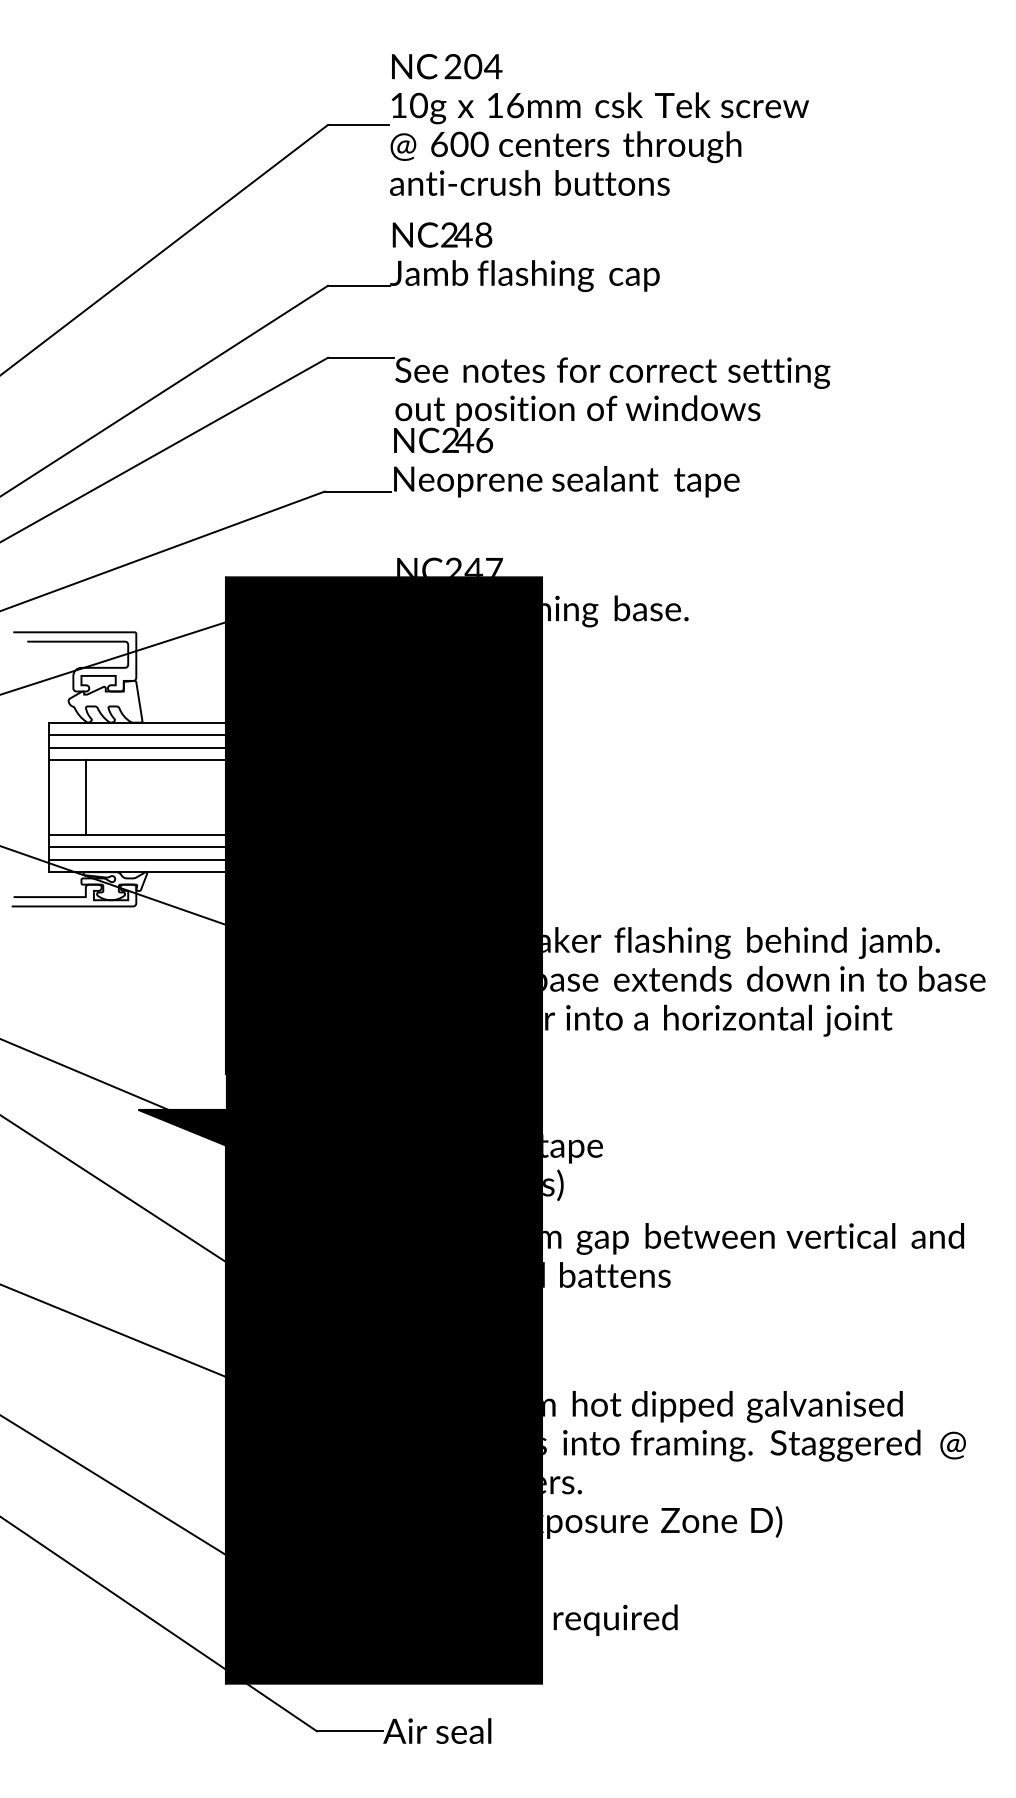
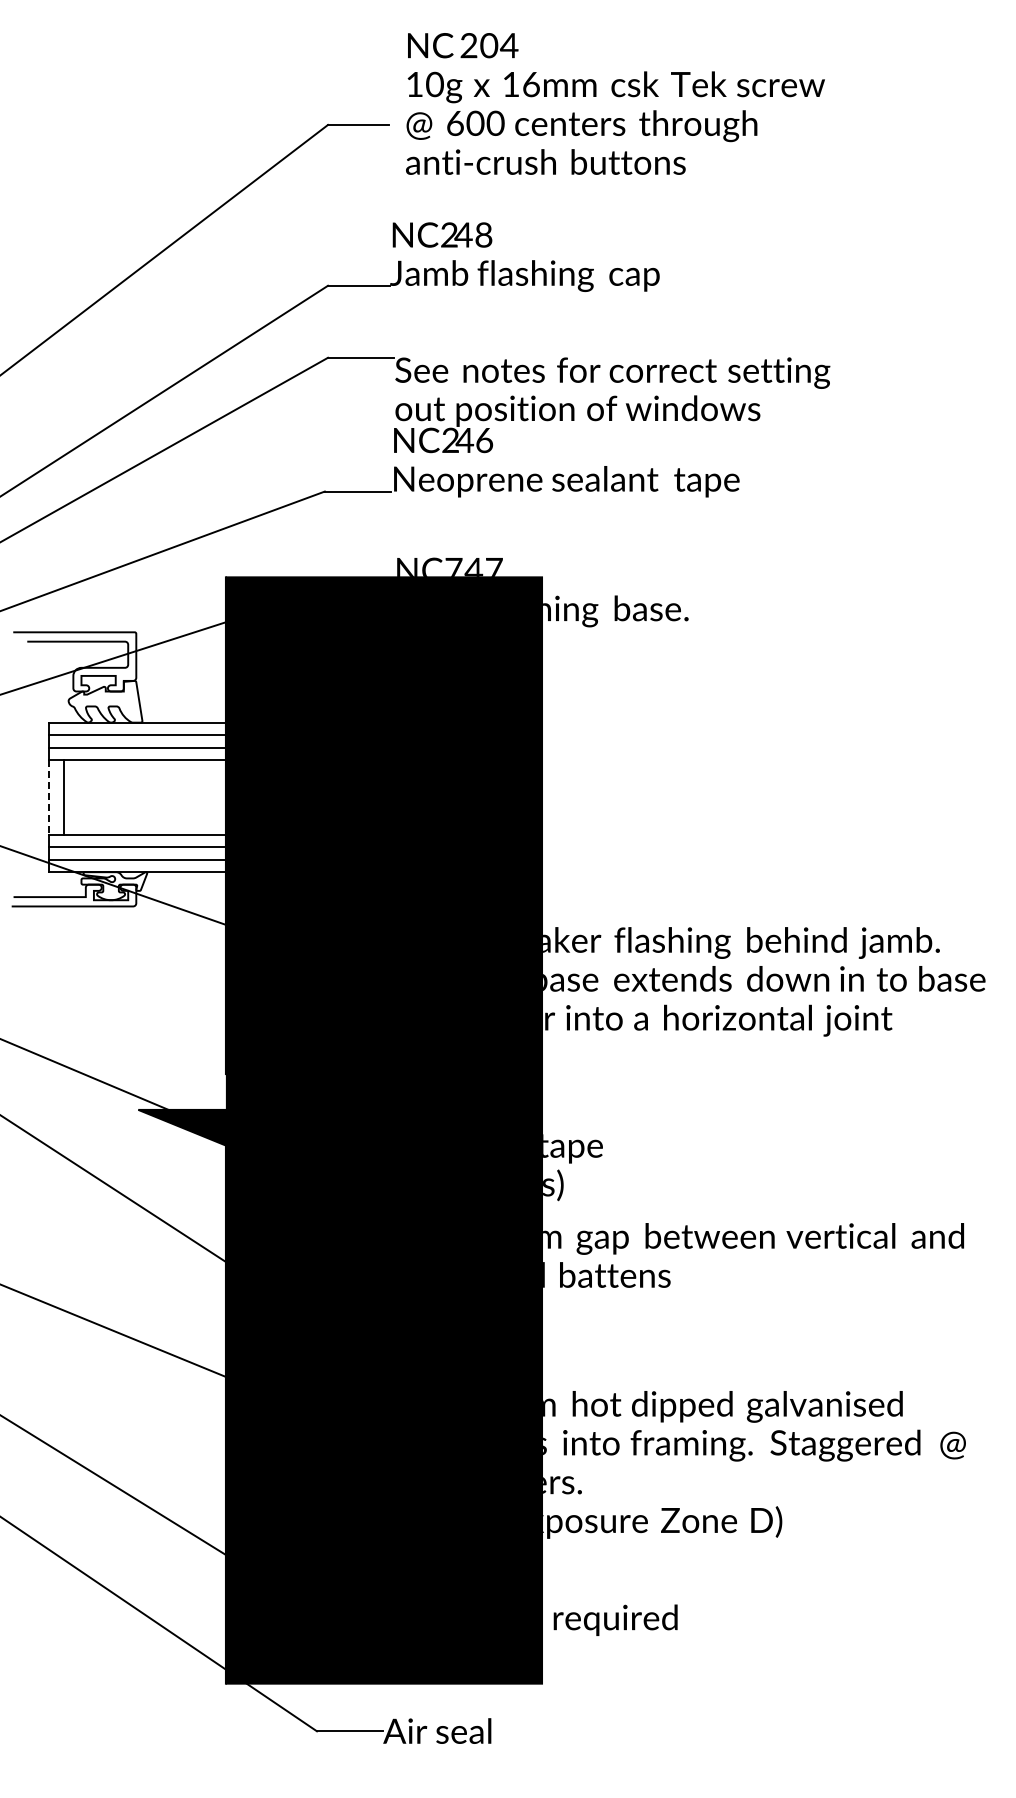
text at (599, 124) position: (599, 124) -> (615, 103)
text at (453, 566): NC247 -> NC747
line at (49, 797): solid -> dashed
line at (86, 797) position: (86, 797) -> (64, 797)
